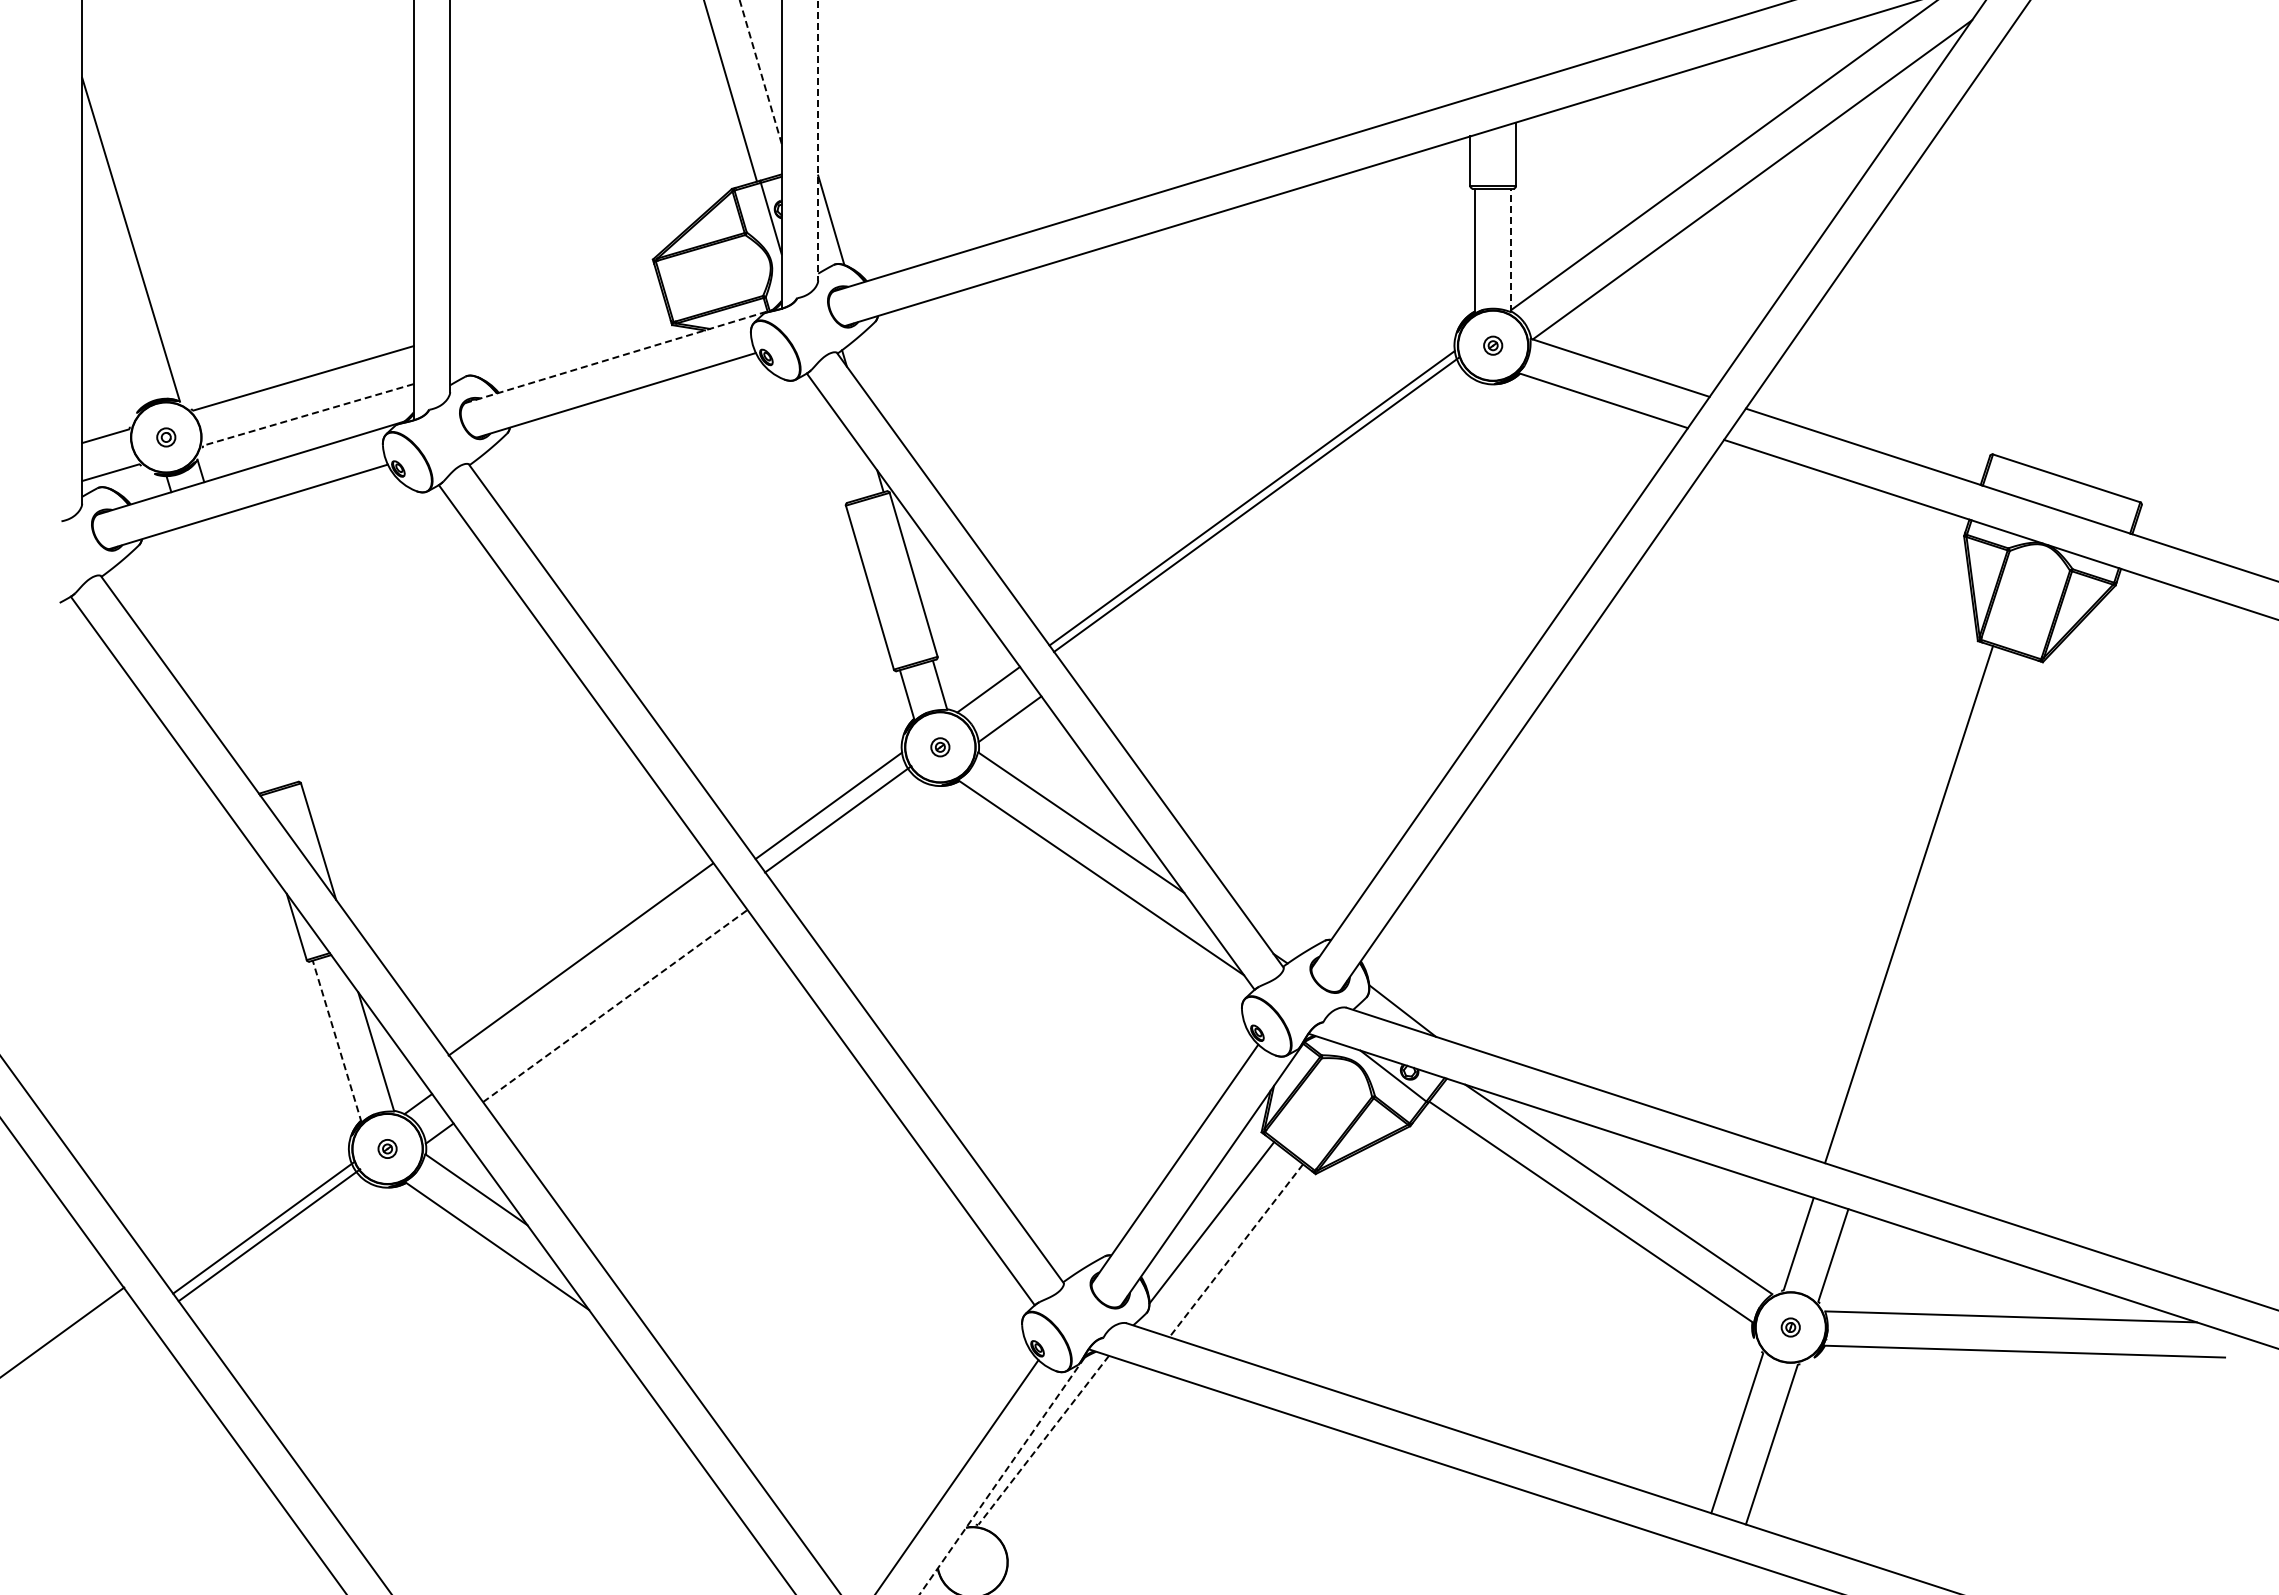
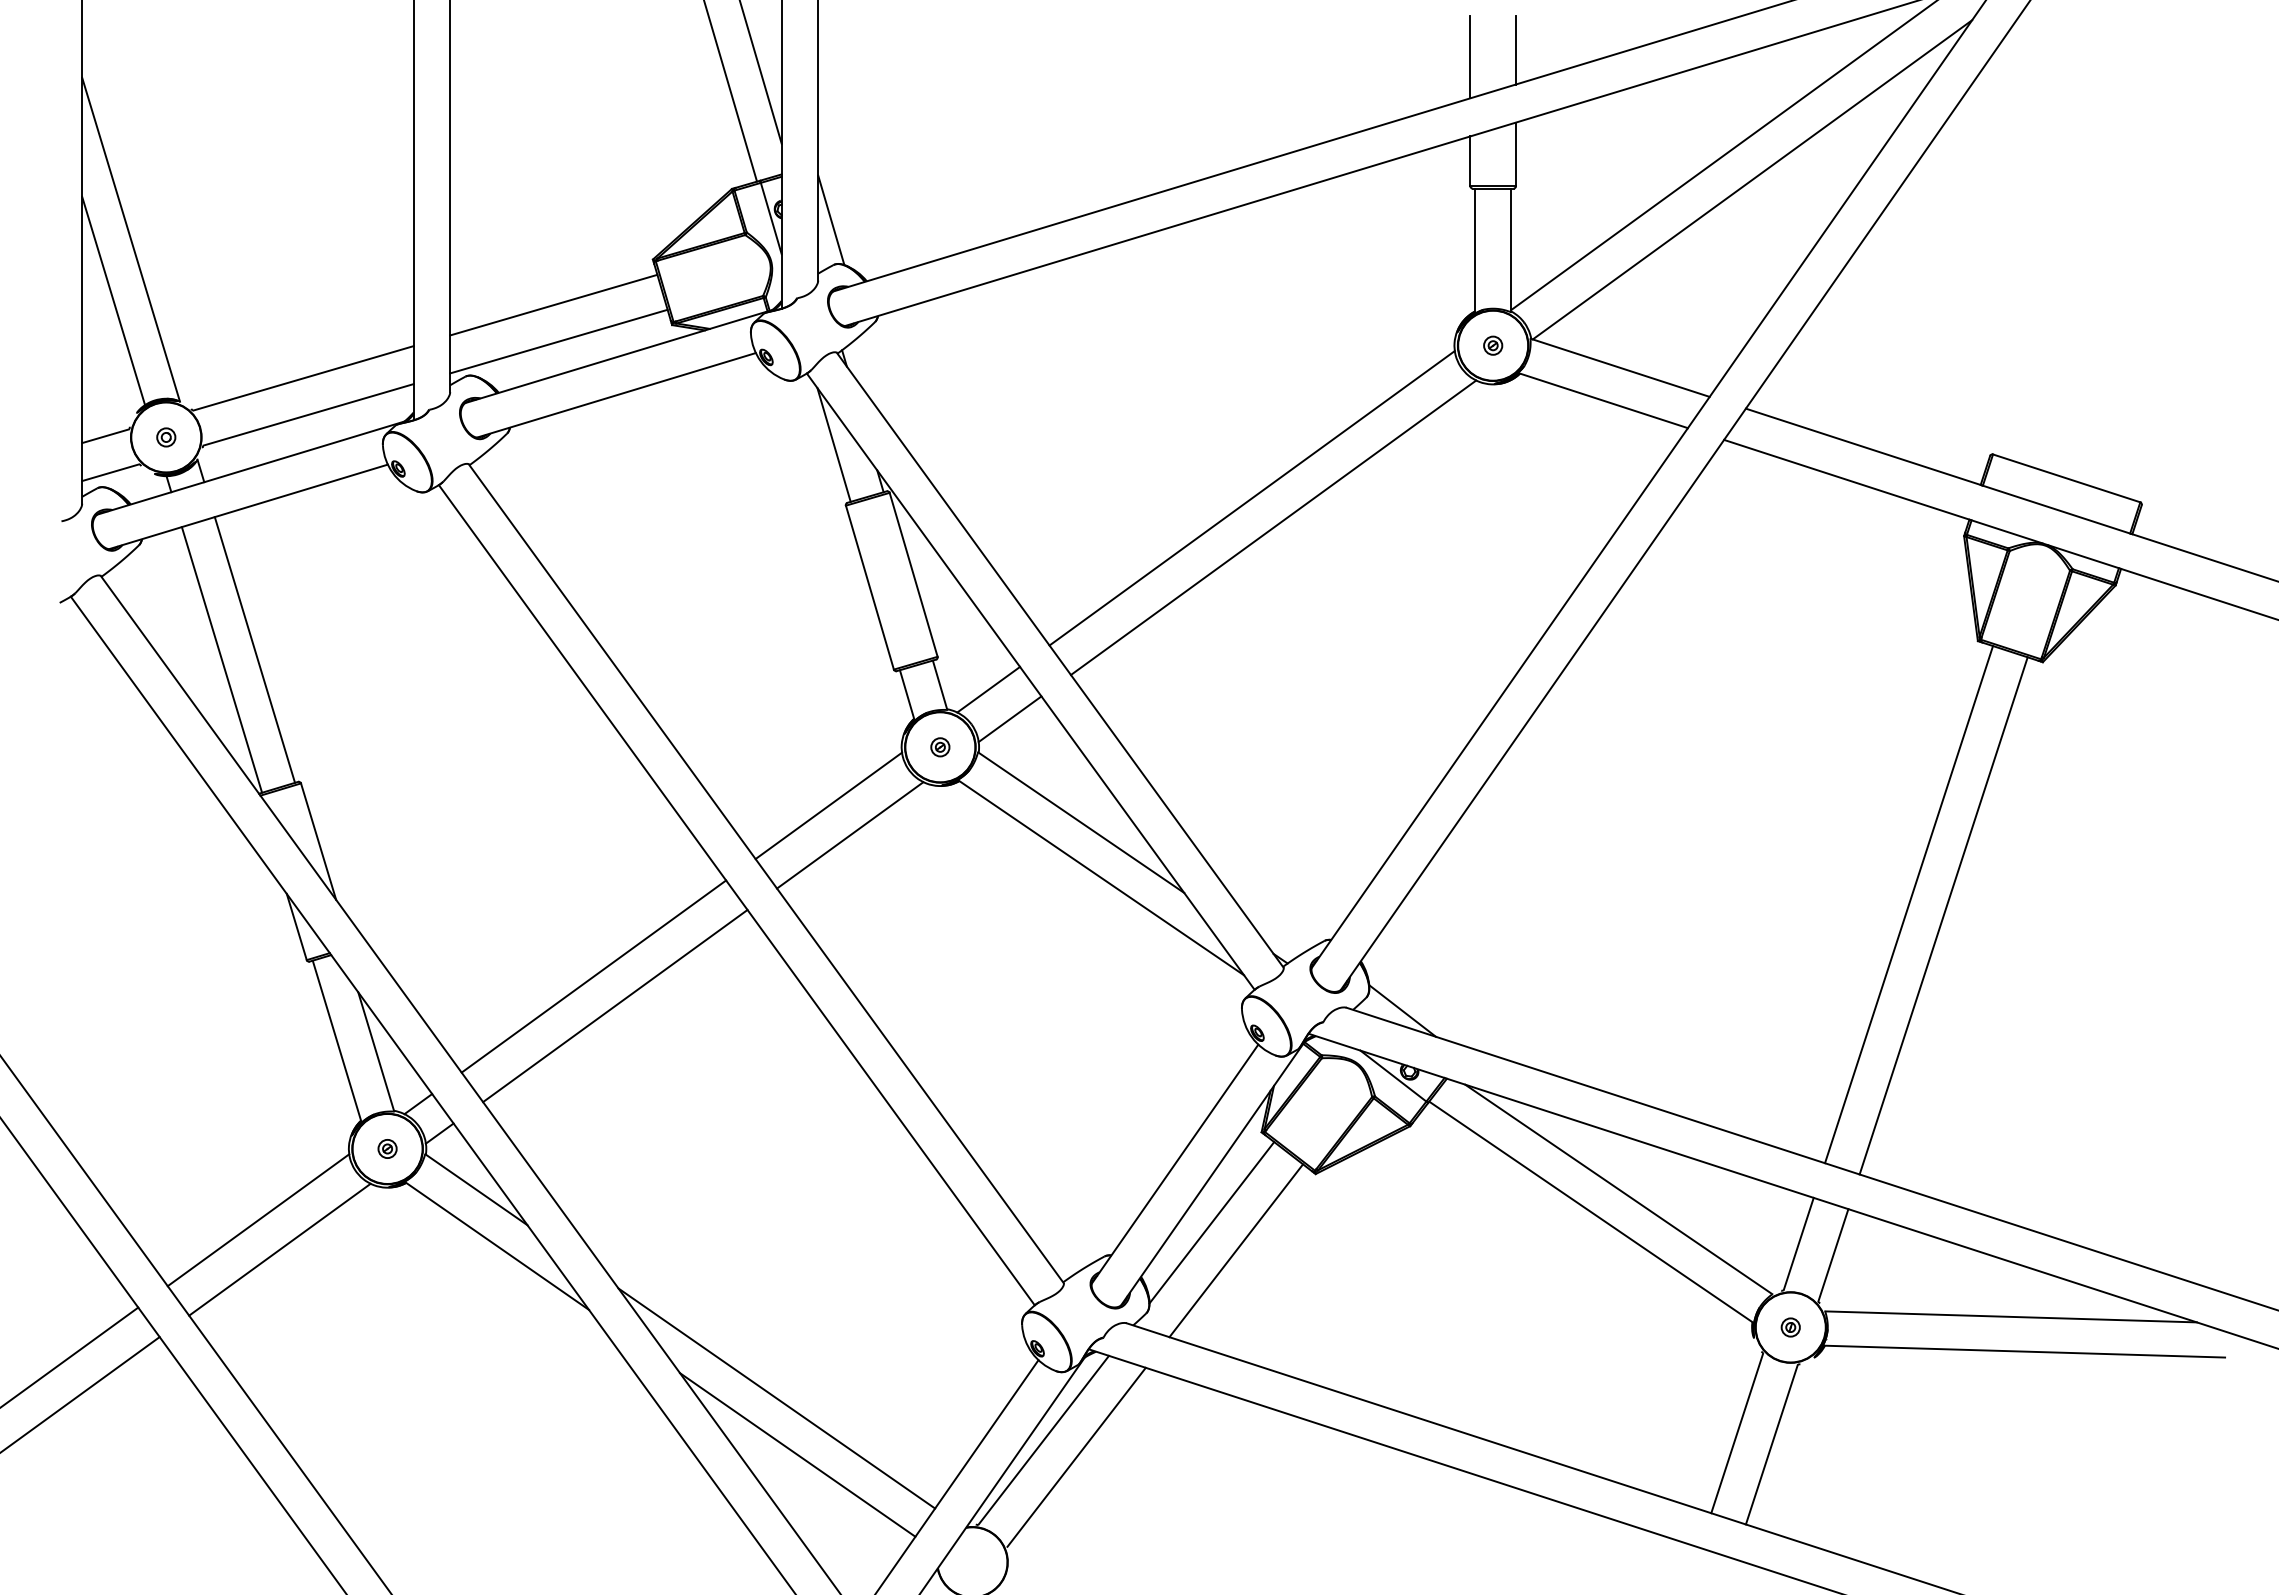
line at (1515, 49): none -> present
line at (1470, 56): none -> present
line at (760, 72): dashed -> solid
line at (818, 140): dashed -> solid
line at (1511, 250): dashed -> solid
line at (113, 300): none -> present
line at (553, 304): none -> present
line at (558, 341): none -> present
line at (618, 356): dashed -> solid
line at (308, 414): dashed -> solid
line at (833, 444): none -> present
line at (1256, 504) position: (1256, 504) -> (1273, 527)
line at (254, 649): none -> present
line at (221, 659): none -> present
line at (838, 819) position: (838, 819) -> (850, 835)
line at (1943, 915): none -> present
line at (580, 959) position: (580, 959) -> (593, 976)
line at (615, 1005): dashed -> solid
line at (337, 1041): dashed -> solid
line at (263, 1227) position: (263, 1227) -> (279, 1249)
line at (269, 1235) position: (269, 1235) -> (258, 1220)
line at (1235, 1251): dashed -> solid
line at (63, 1331) position: (63, 1331) -> (70, 1356)
line at (80, 1394): none -> present
line at (776, 1398): none -> present
line at (1043, 1440): dashed -> solid
line at (797, 1454): none -> present
line at (1076, 1456): none -> present
line at (1001, 1476): dashed -> solid
